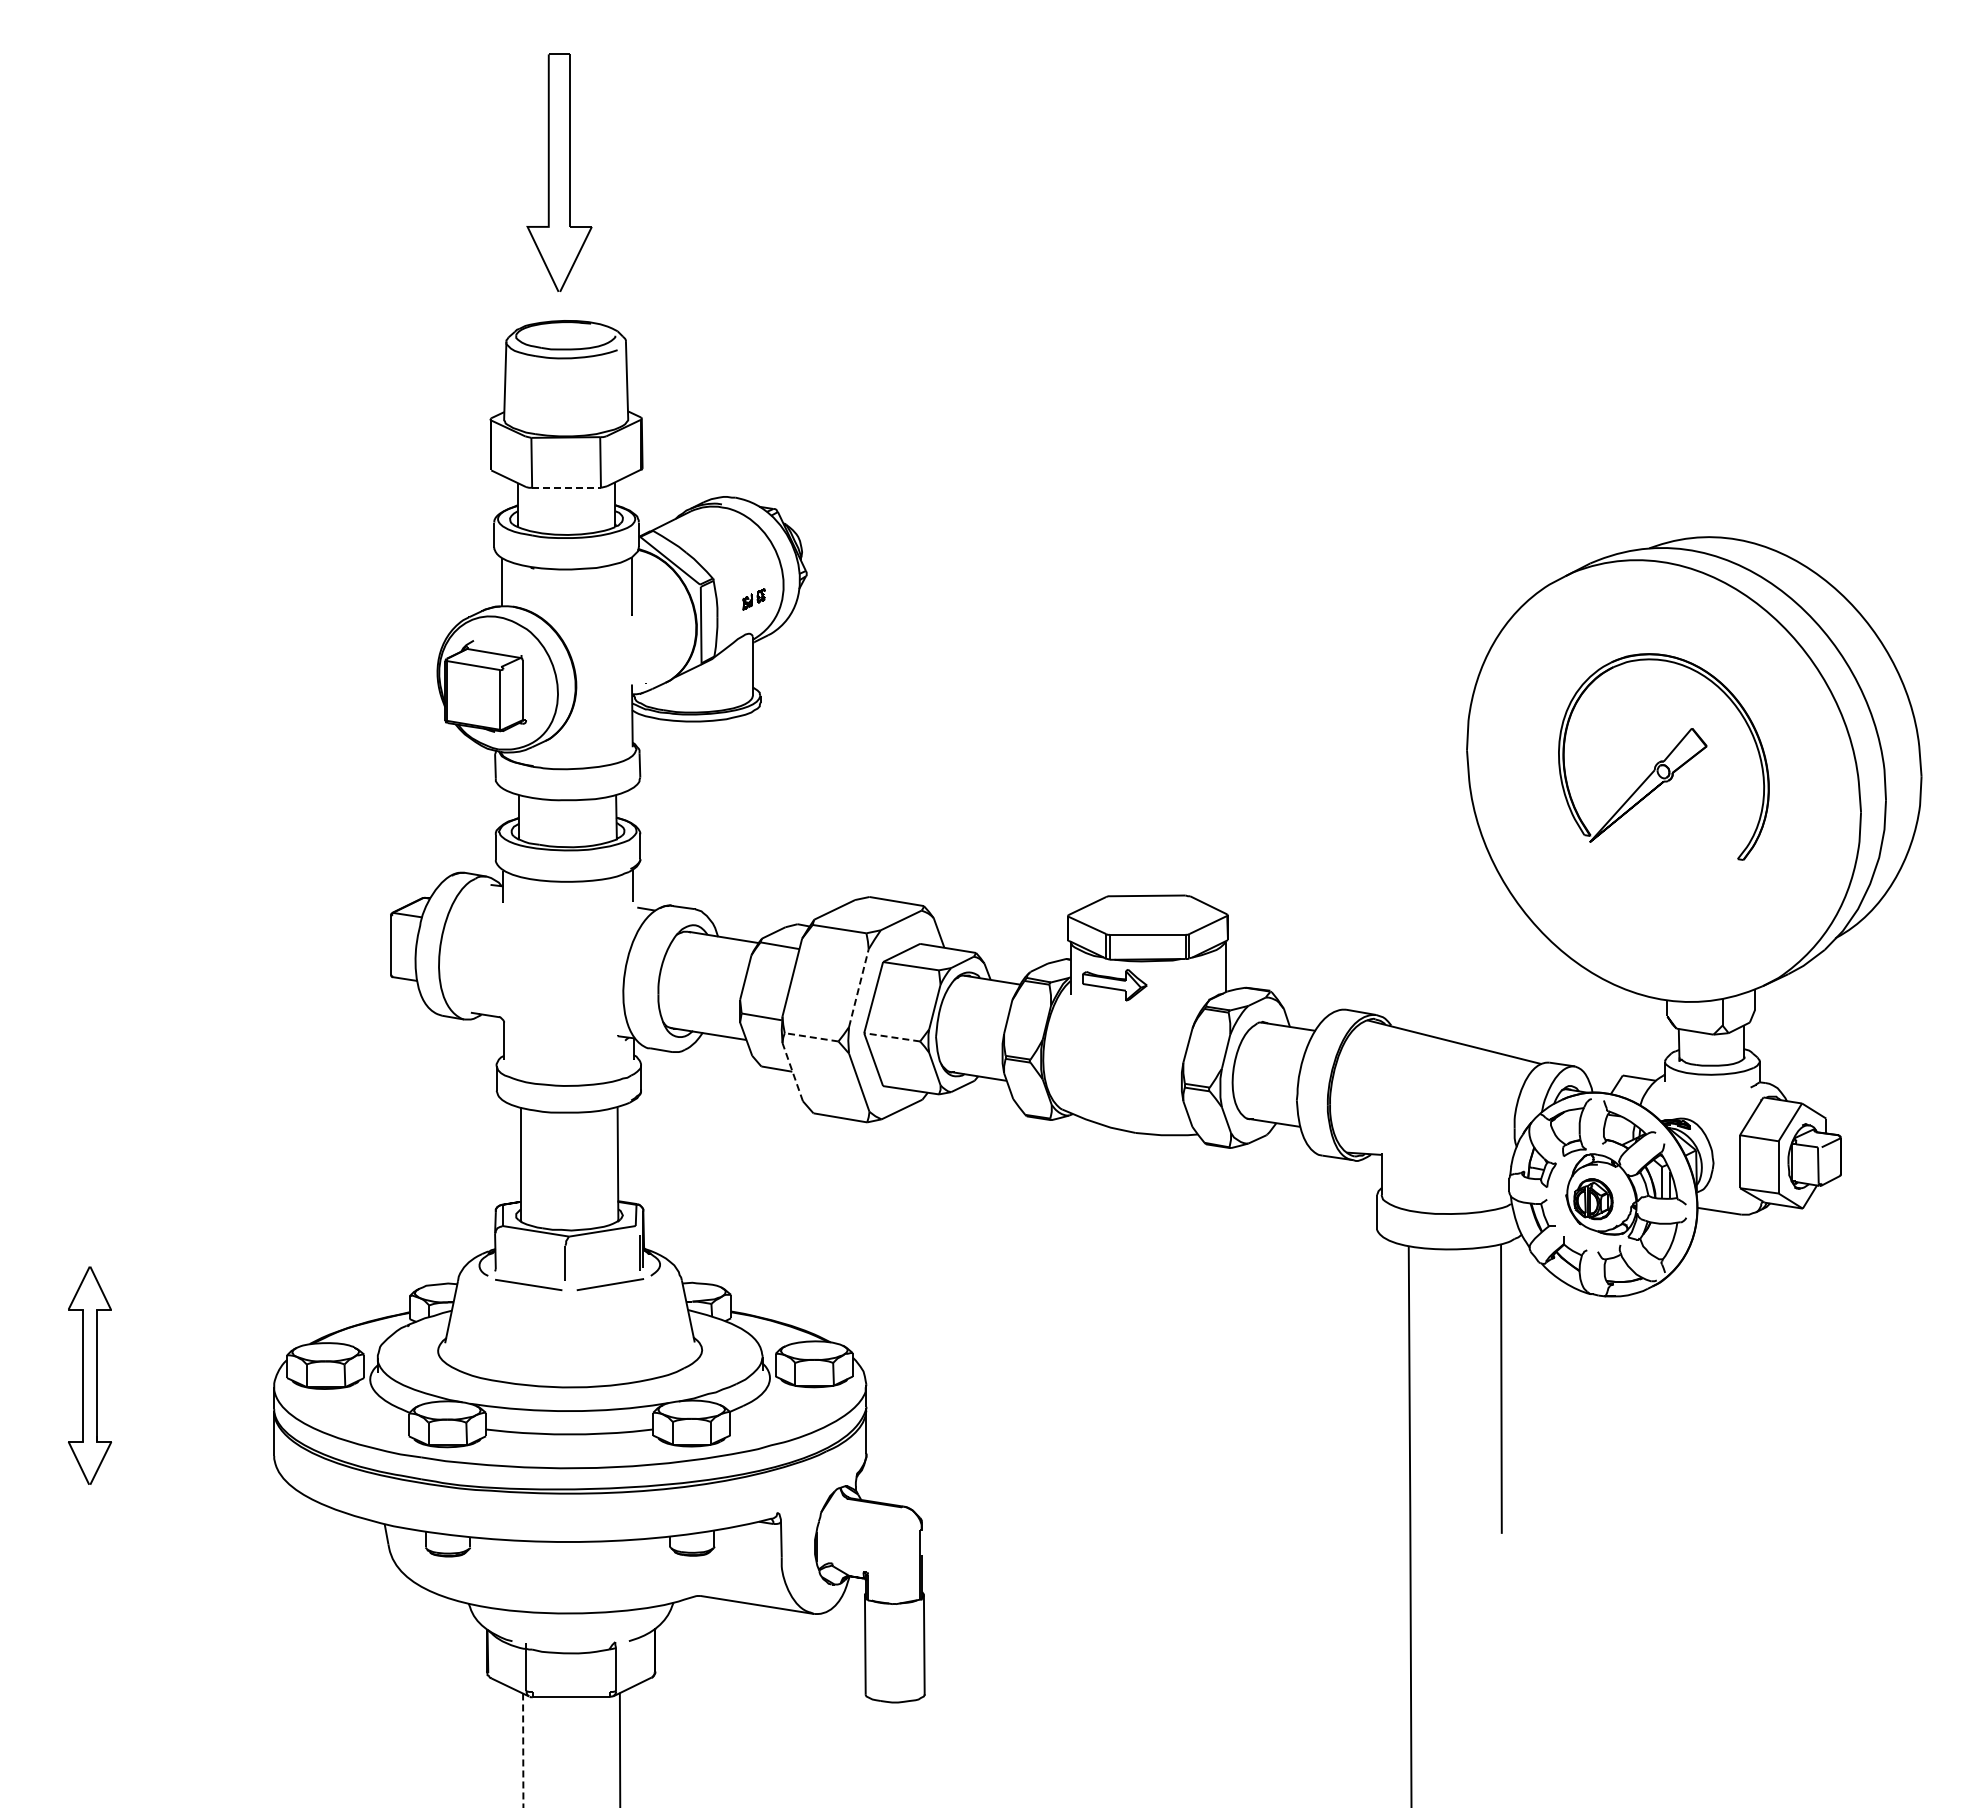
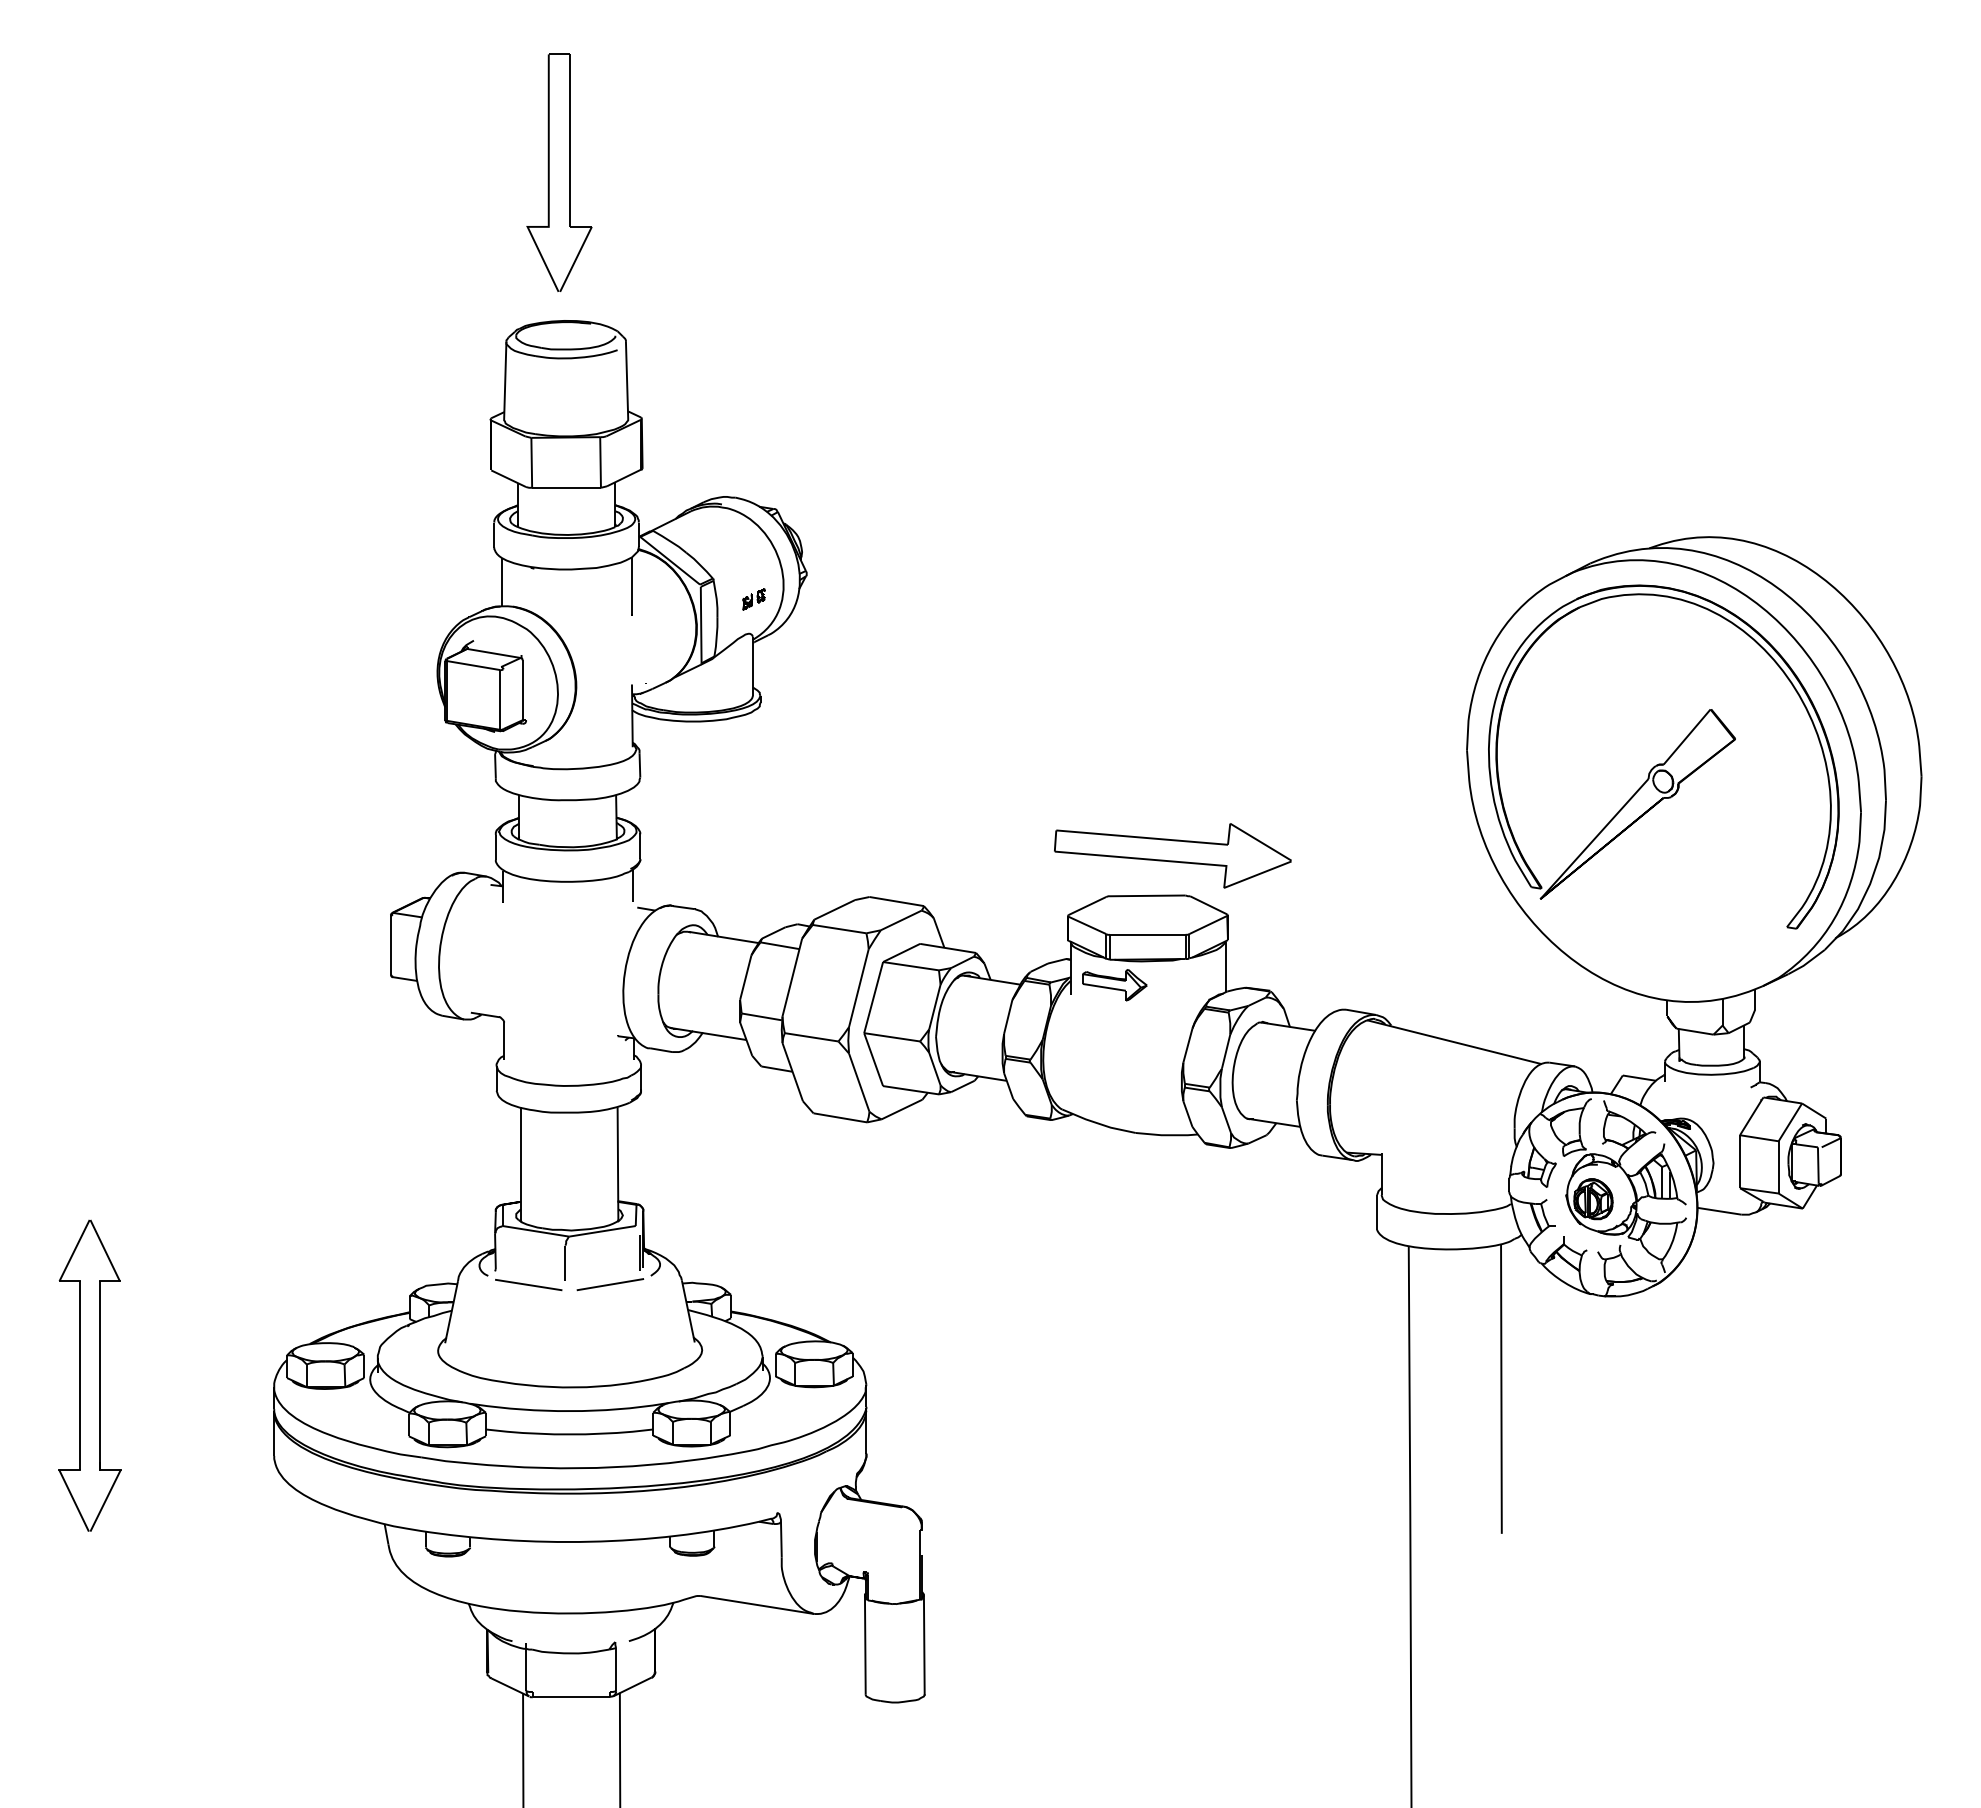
line at (567, 487): dashed -> solid
part at (1663, 756) size: 212x208 px -> 352x346 px
part at (1172, 855): none -> present
line at (859, 987): dashed -> solid
line at (811, 1037): dashed -> solid
line at (891, 1037): dashed -> solid
line at (792, 1072): dashed -> solid
part at (89, 1375) size: 44x219 px -> 64x313 px
line at (523, 1751): dashed -> solid
